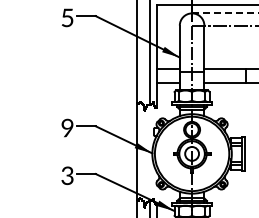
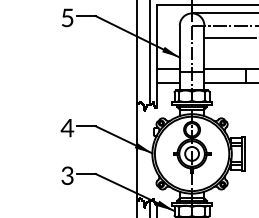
line at (225, 13): dashed -> solid
line at (229, 37): none -> present
text at (67, 127): 9 -> 4
